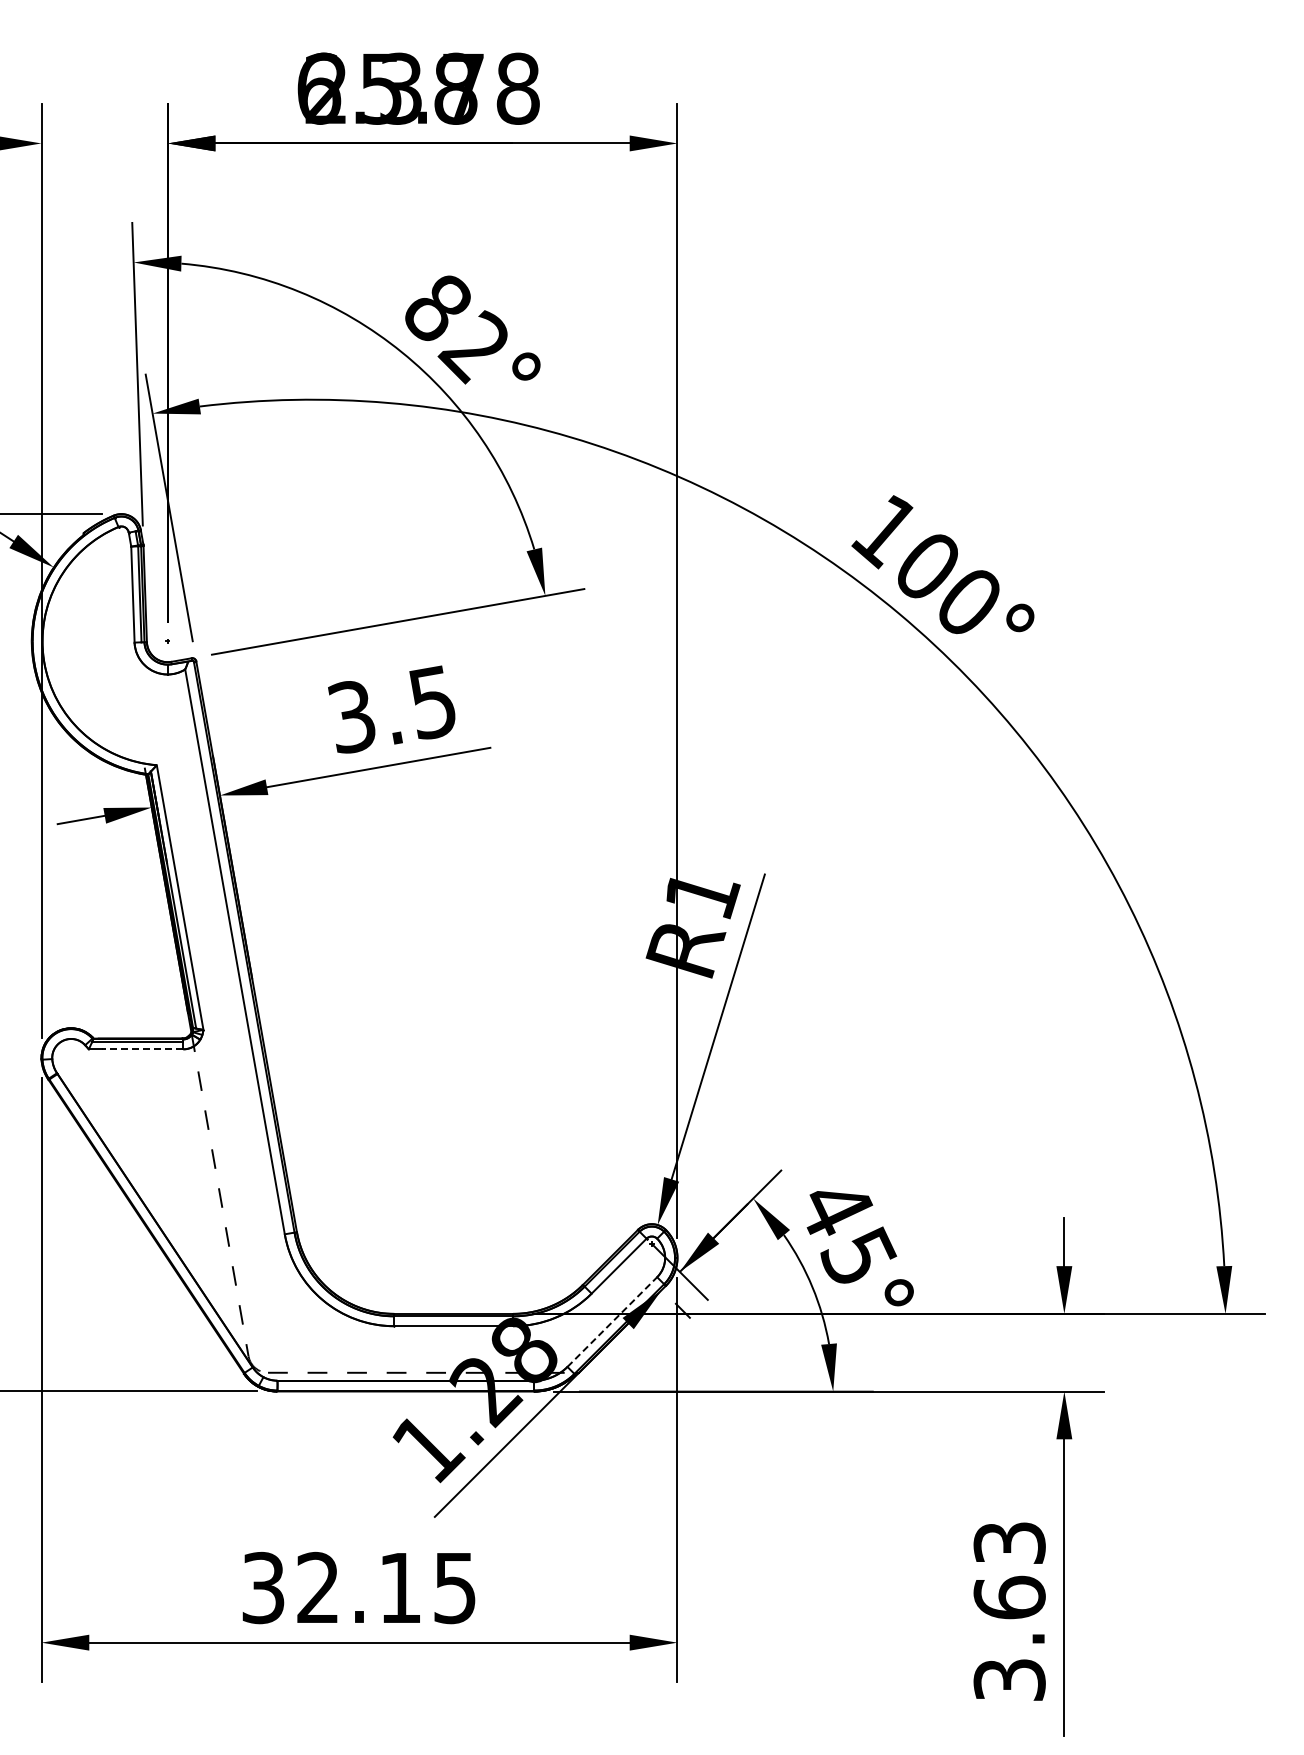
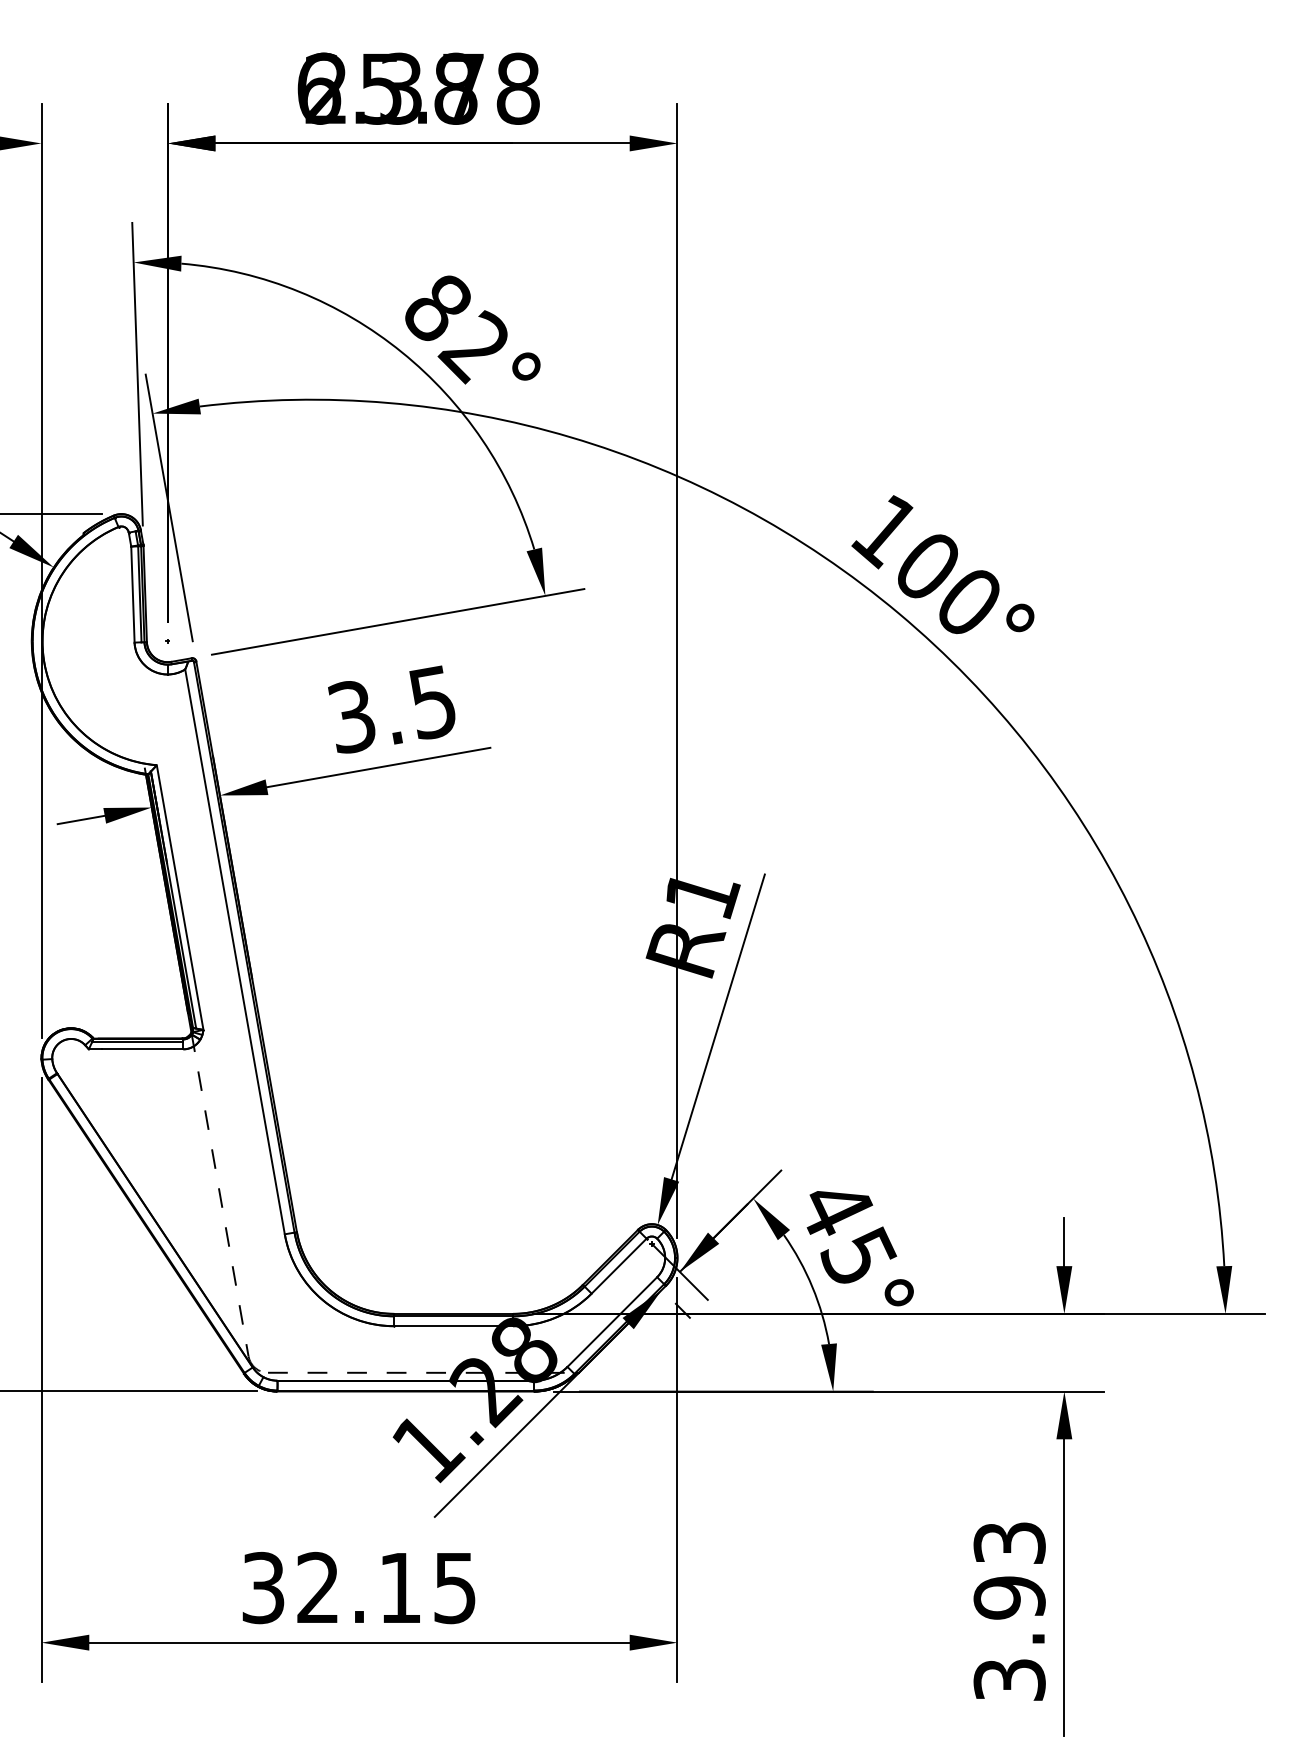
line at (142, 1049): dashed -> solid
line at (612, 1321): dashed -> solid
text at (1009, 1597): 3.63 -> 3.93
